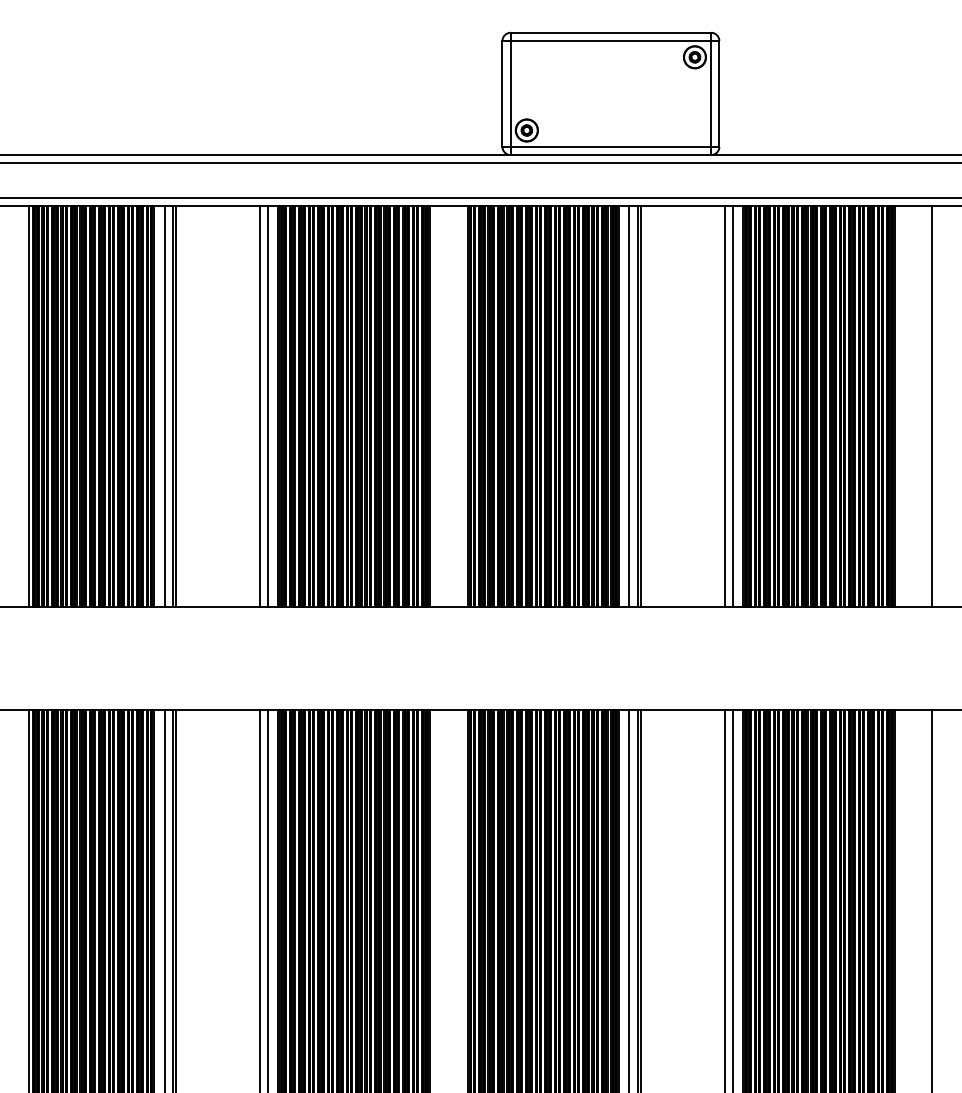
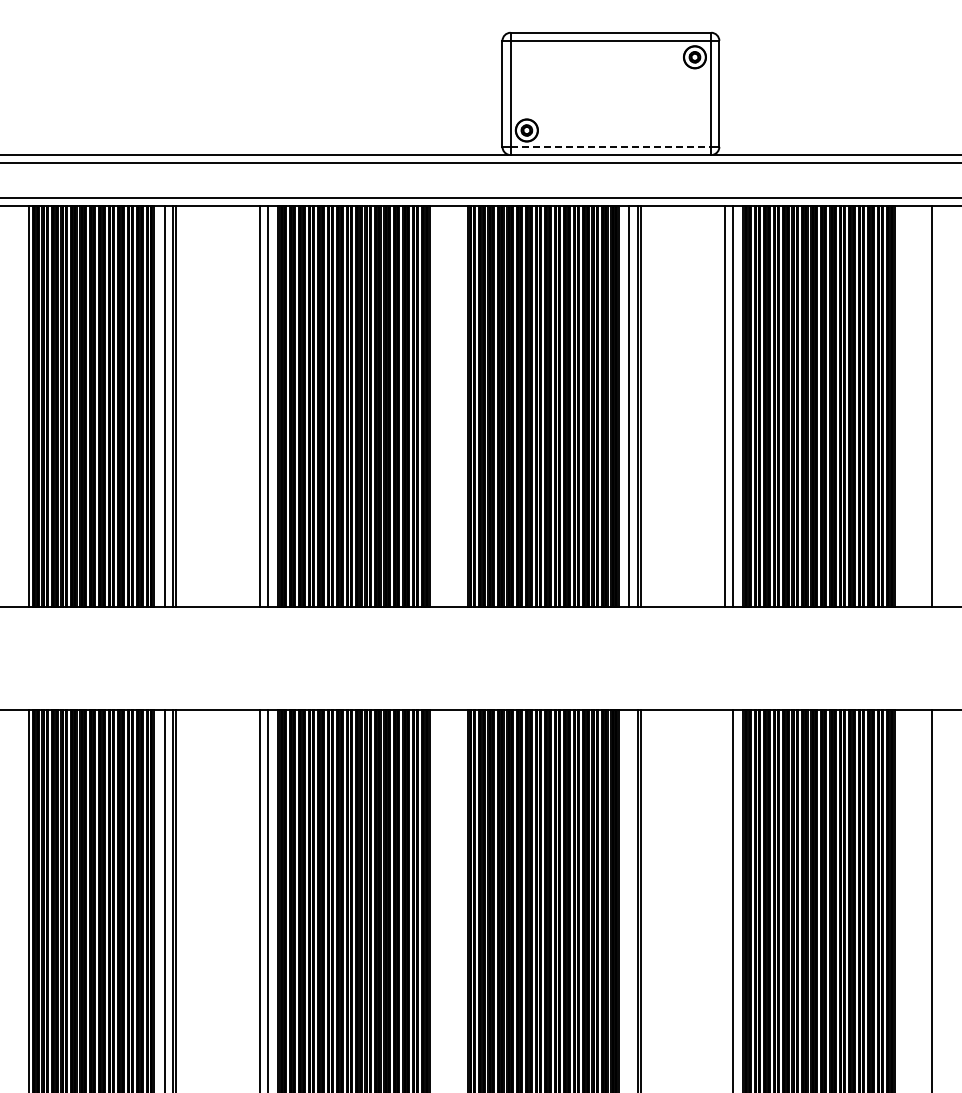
line at (611, 146): solid -> dashed
line at (629, 899): present -> none
line at (725, 899): present -> none
